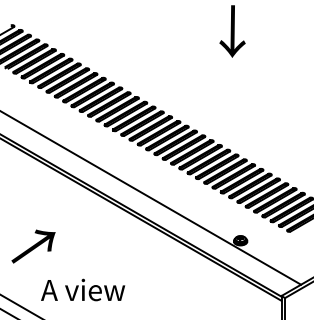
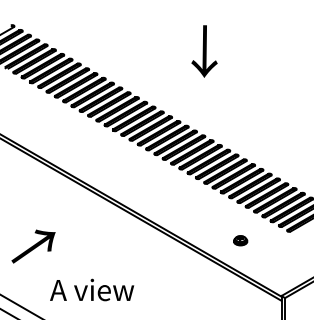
text at (232, 31) position: (232, 31) -> (204, 51)
line at (151, 198): present -> none
text at (83, 289) position: (83, 289) -> (92, 289)
